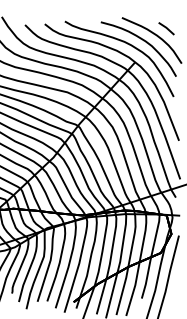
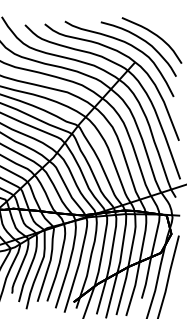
line at (166, 28): present -> none
